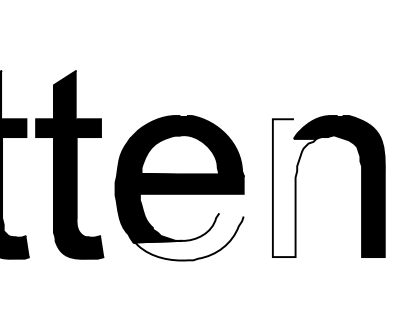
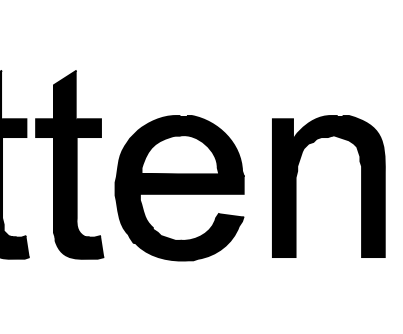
fill at (294, 188): none -> present
fill at (188, 236): none -> present
